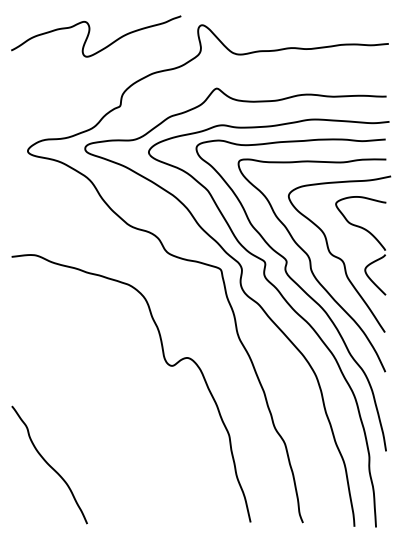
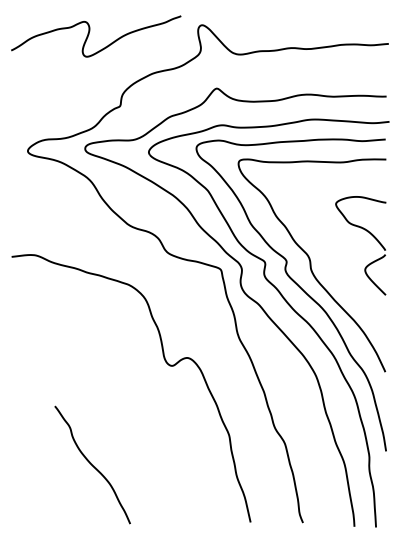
curve at (337, 256): present -> none
curve at (49, 464) position: (49, 464) -> (92, 464)
